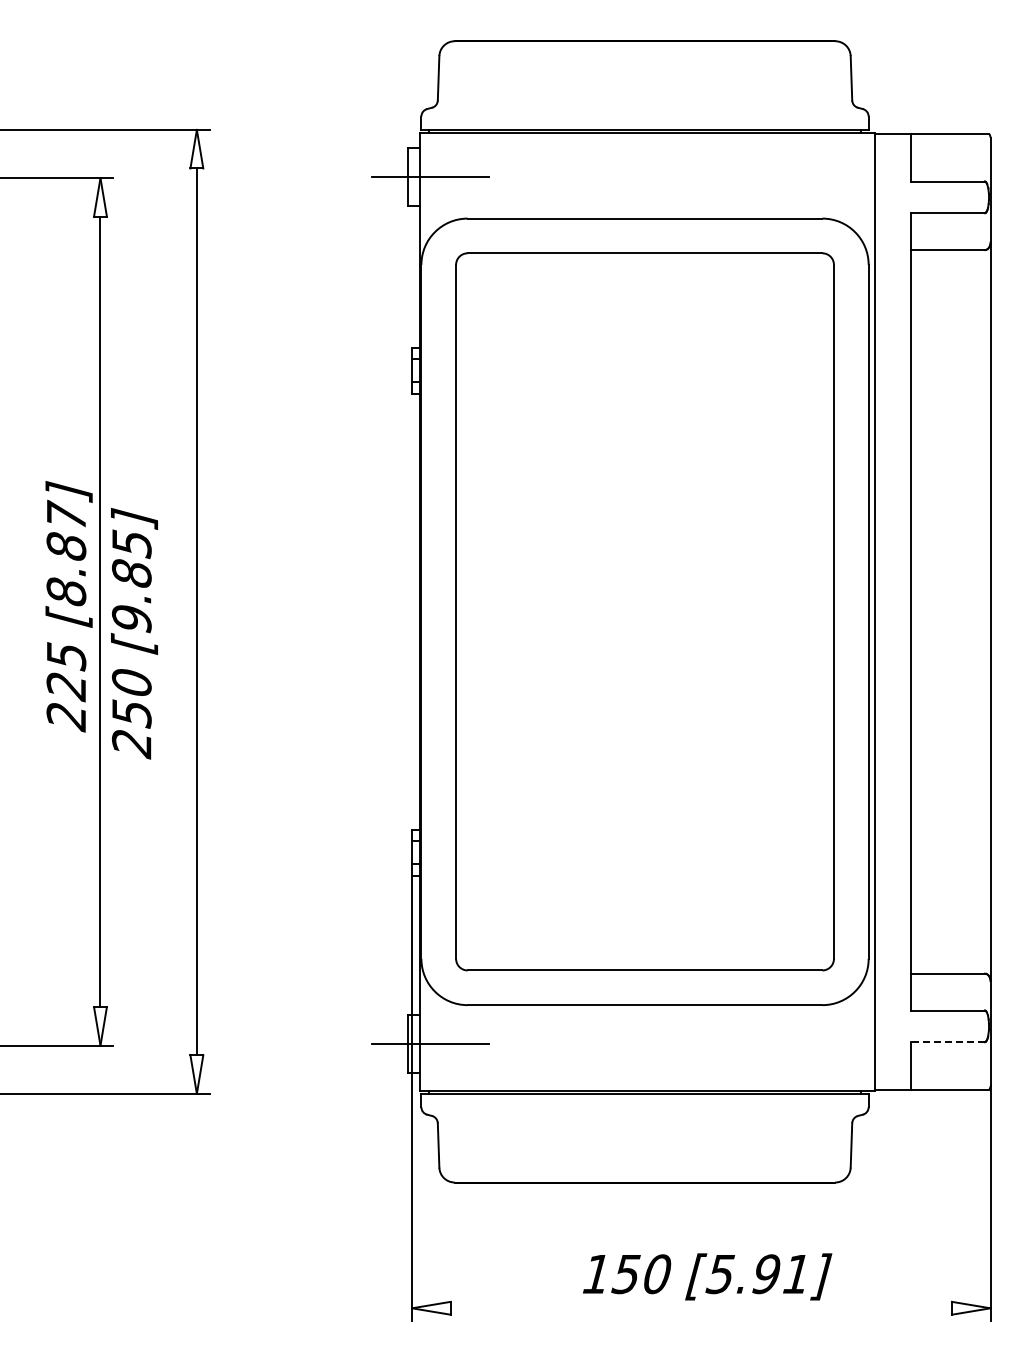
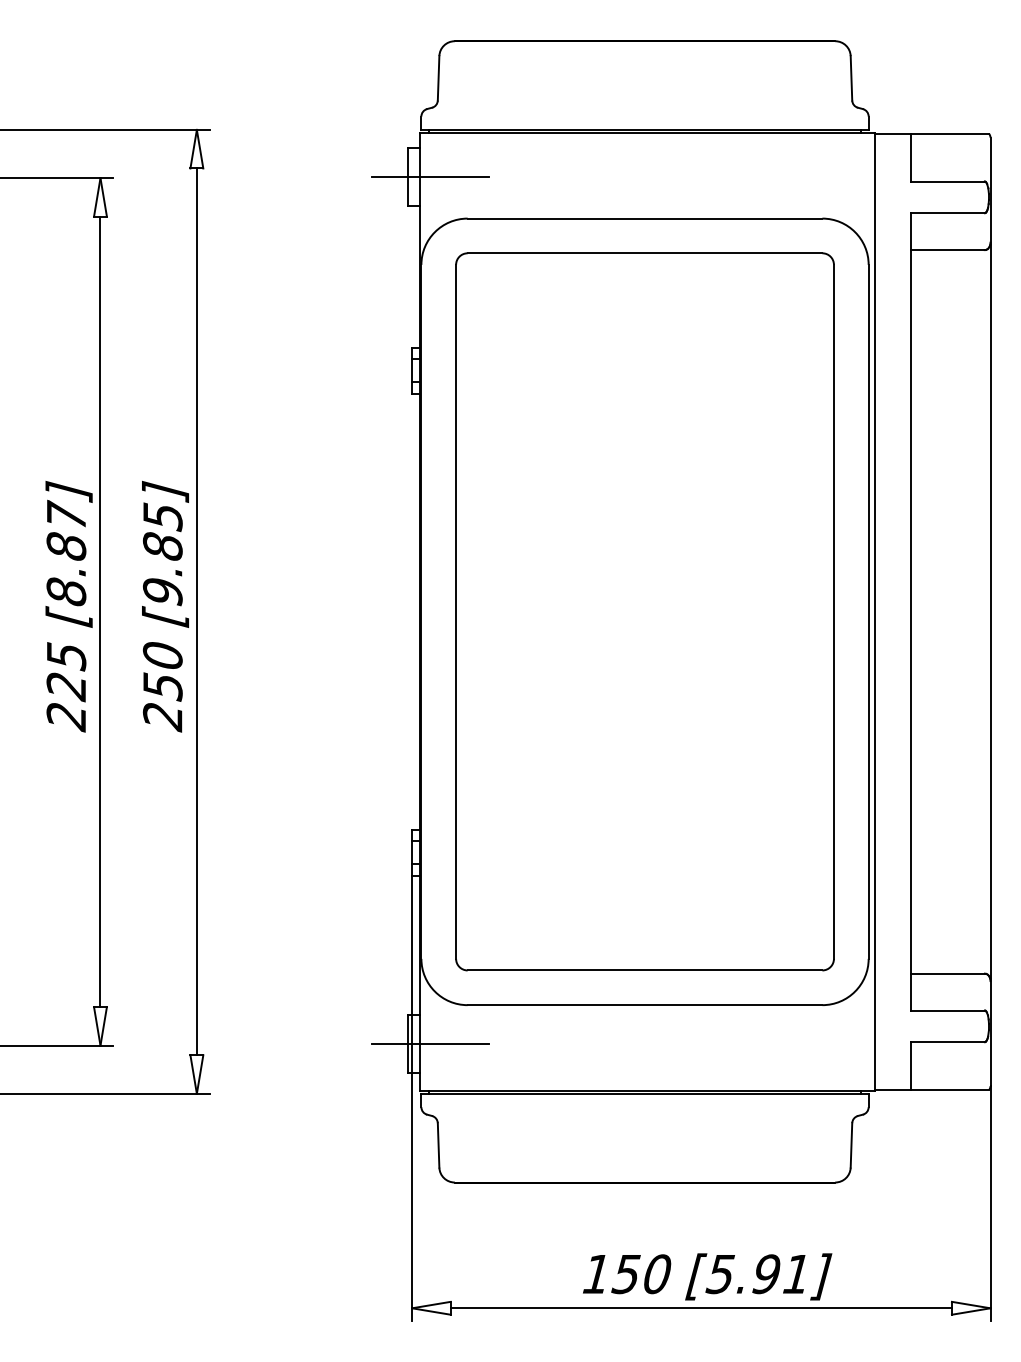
text at (134, 633) position: (134, 633) -> (165, 606)
line at (948, 1042): dashed -> solid
line at (700, 1308): none -> present
